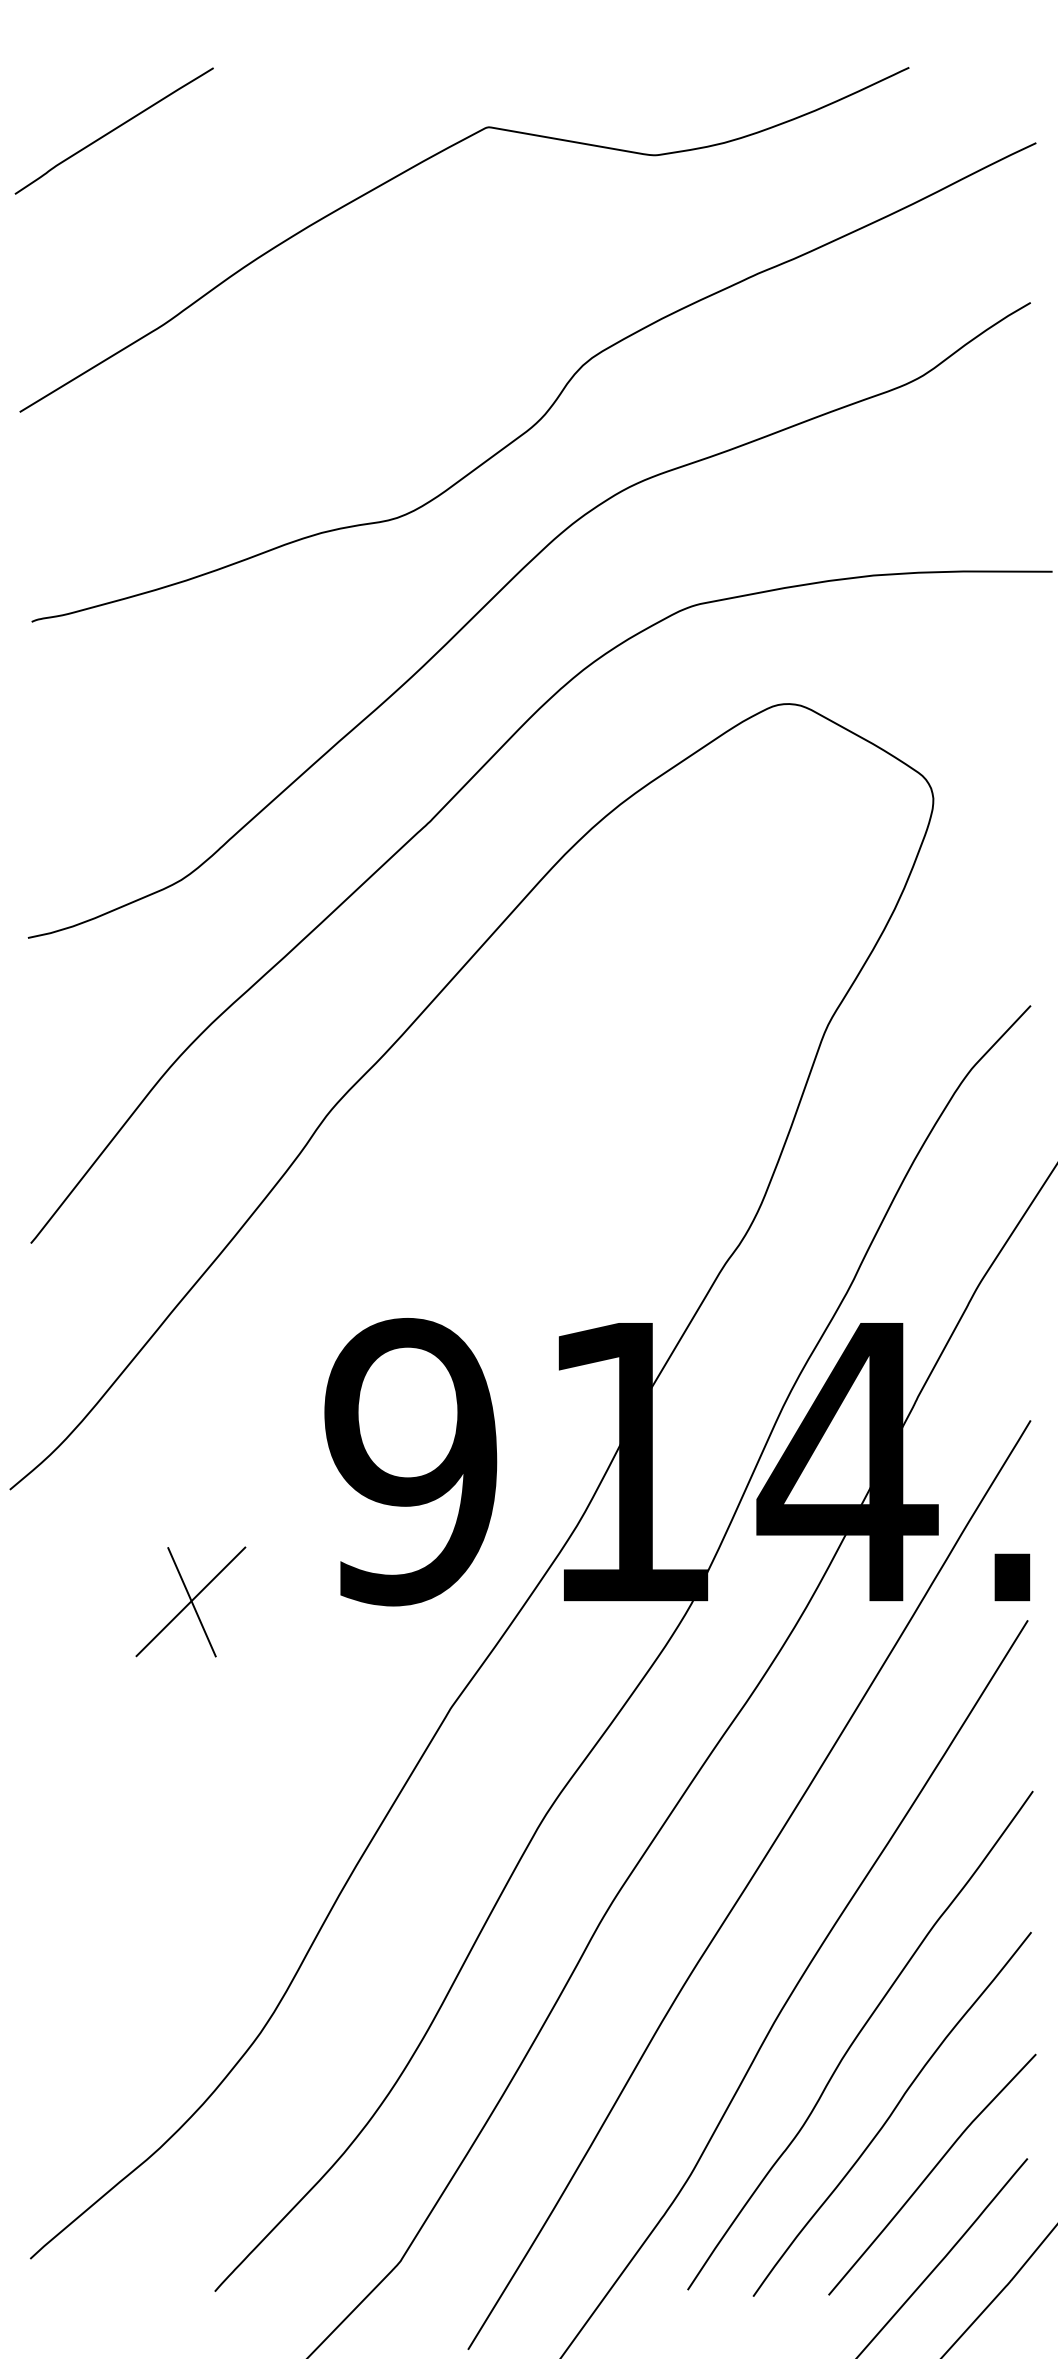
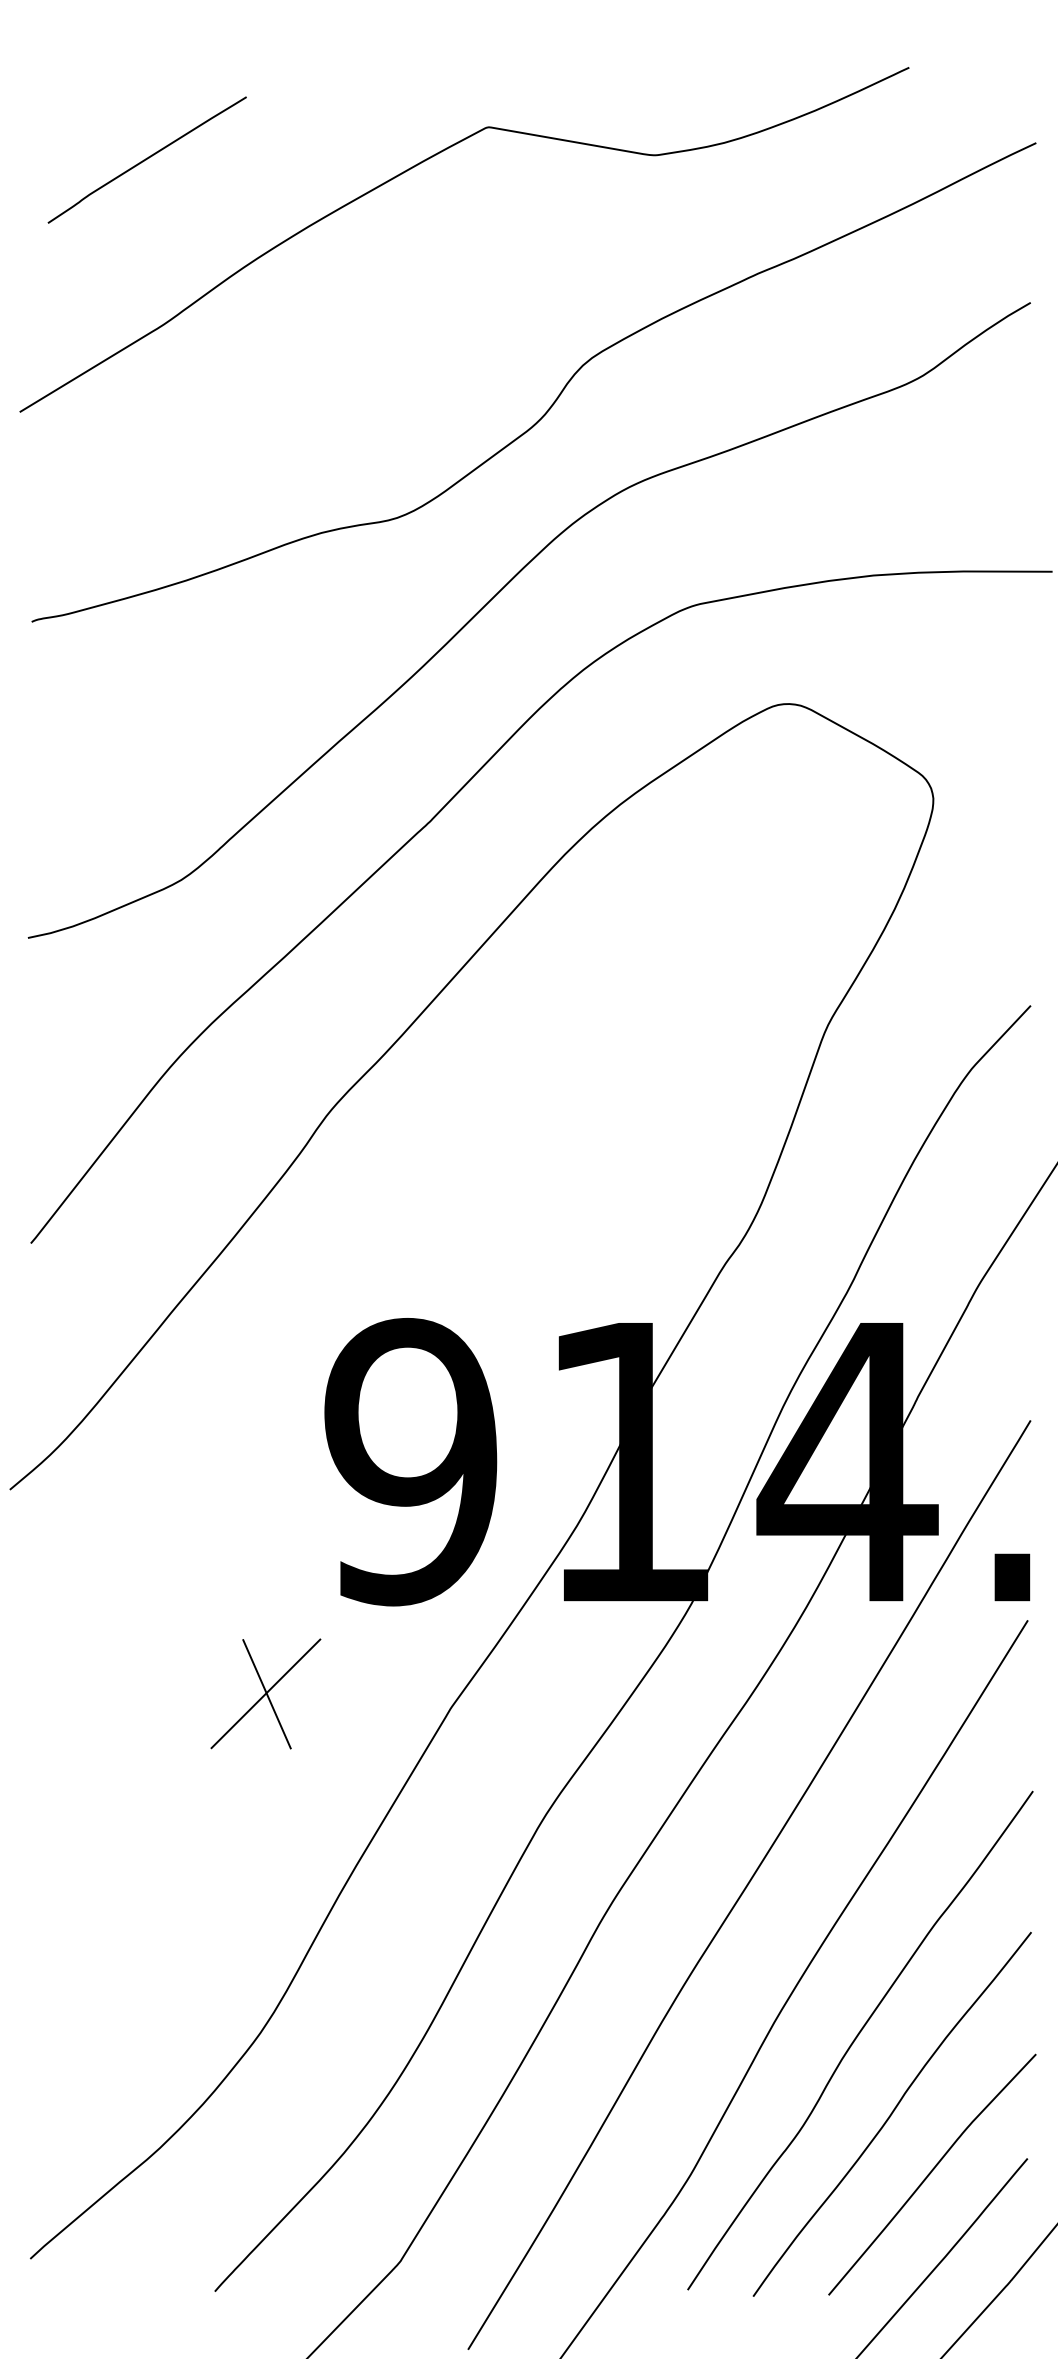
curve at (113, 130) position: (113, 130) -> (146, 159)
part at (190, 1601) position: (190, 1601) -> (265, 1693)
